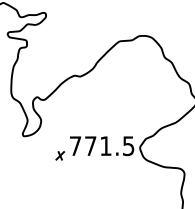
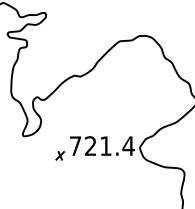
text at (109, 146): 771.5 -> 721.4
